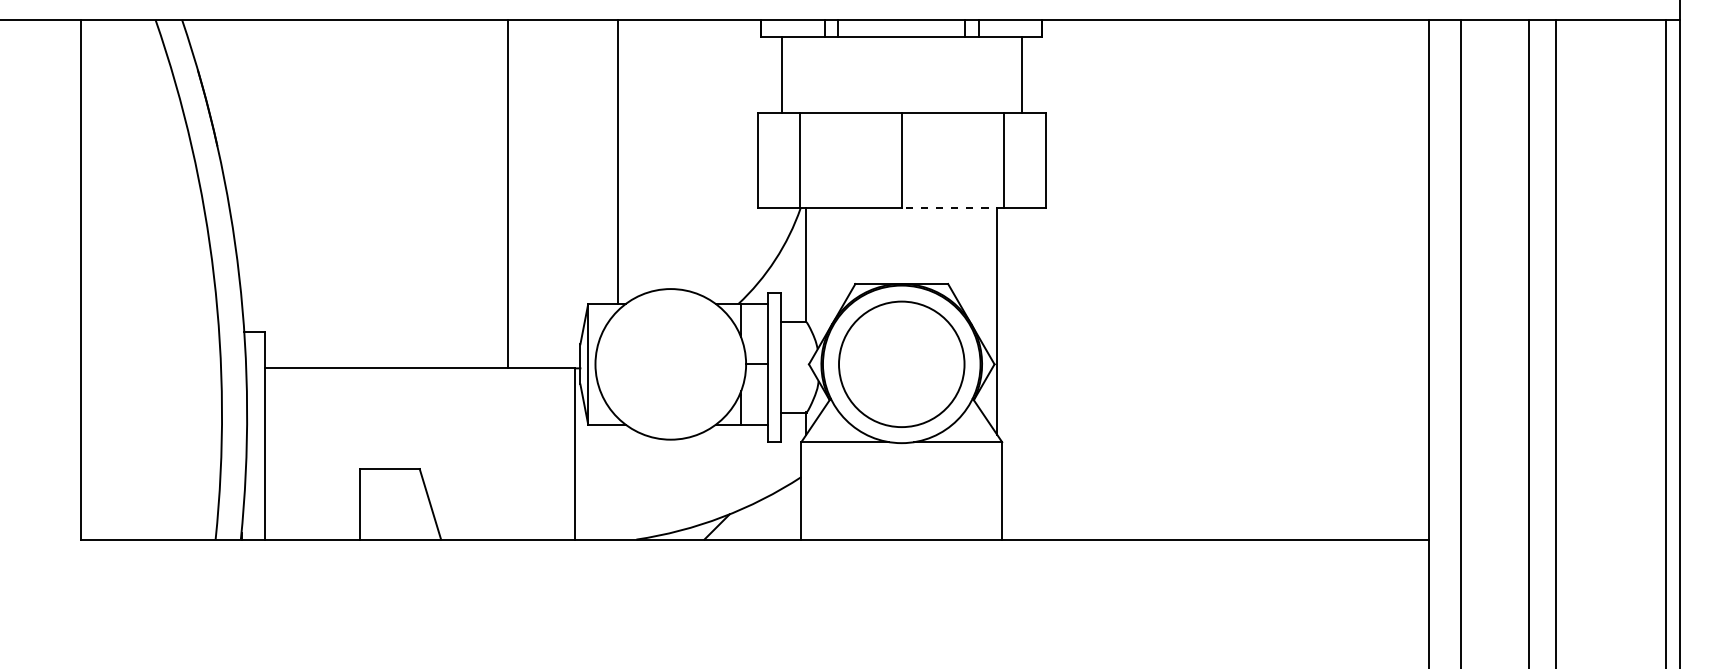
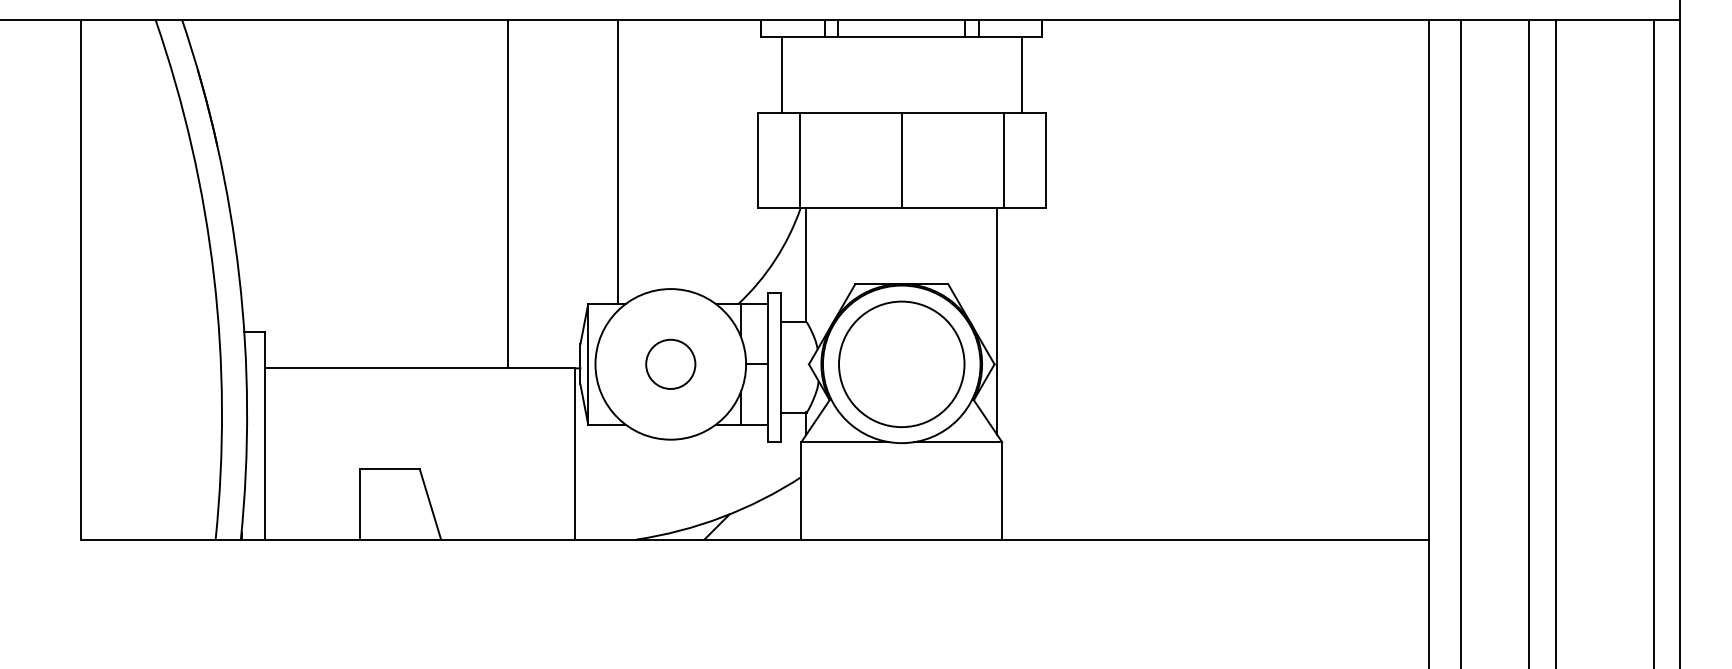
line at (952, 208): dashed -> solid
line at (1665, 342) position: (1665, 342) -> (1653, 342)
circle at (670, 363): none -> present
